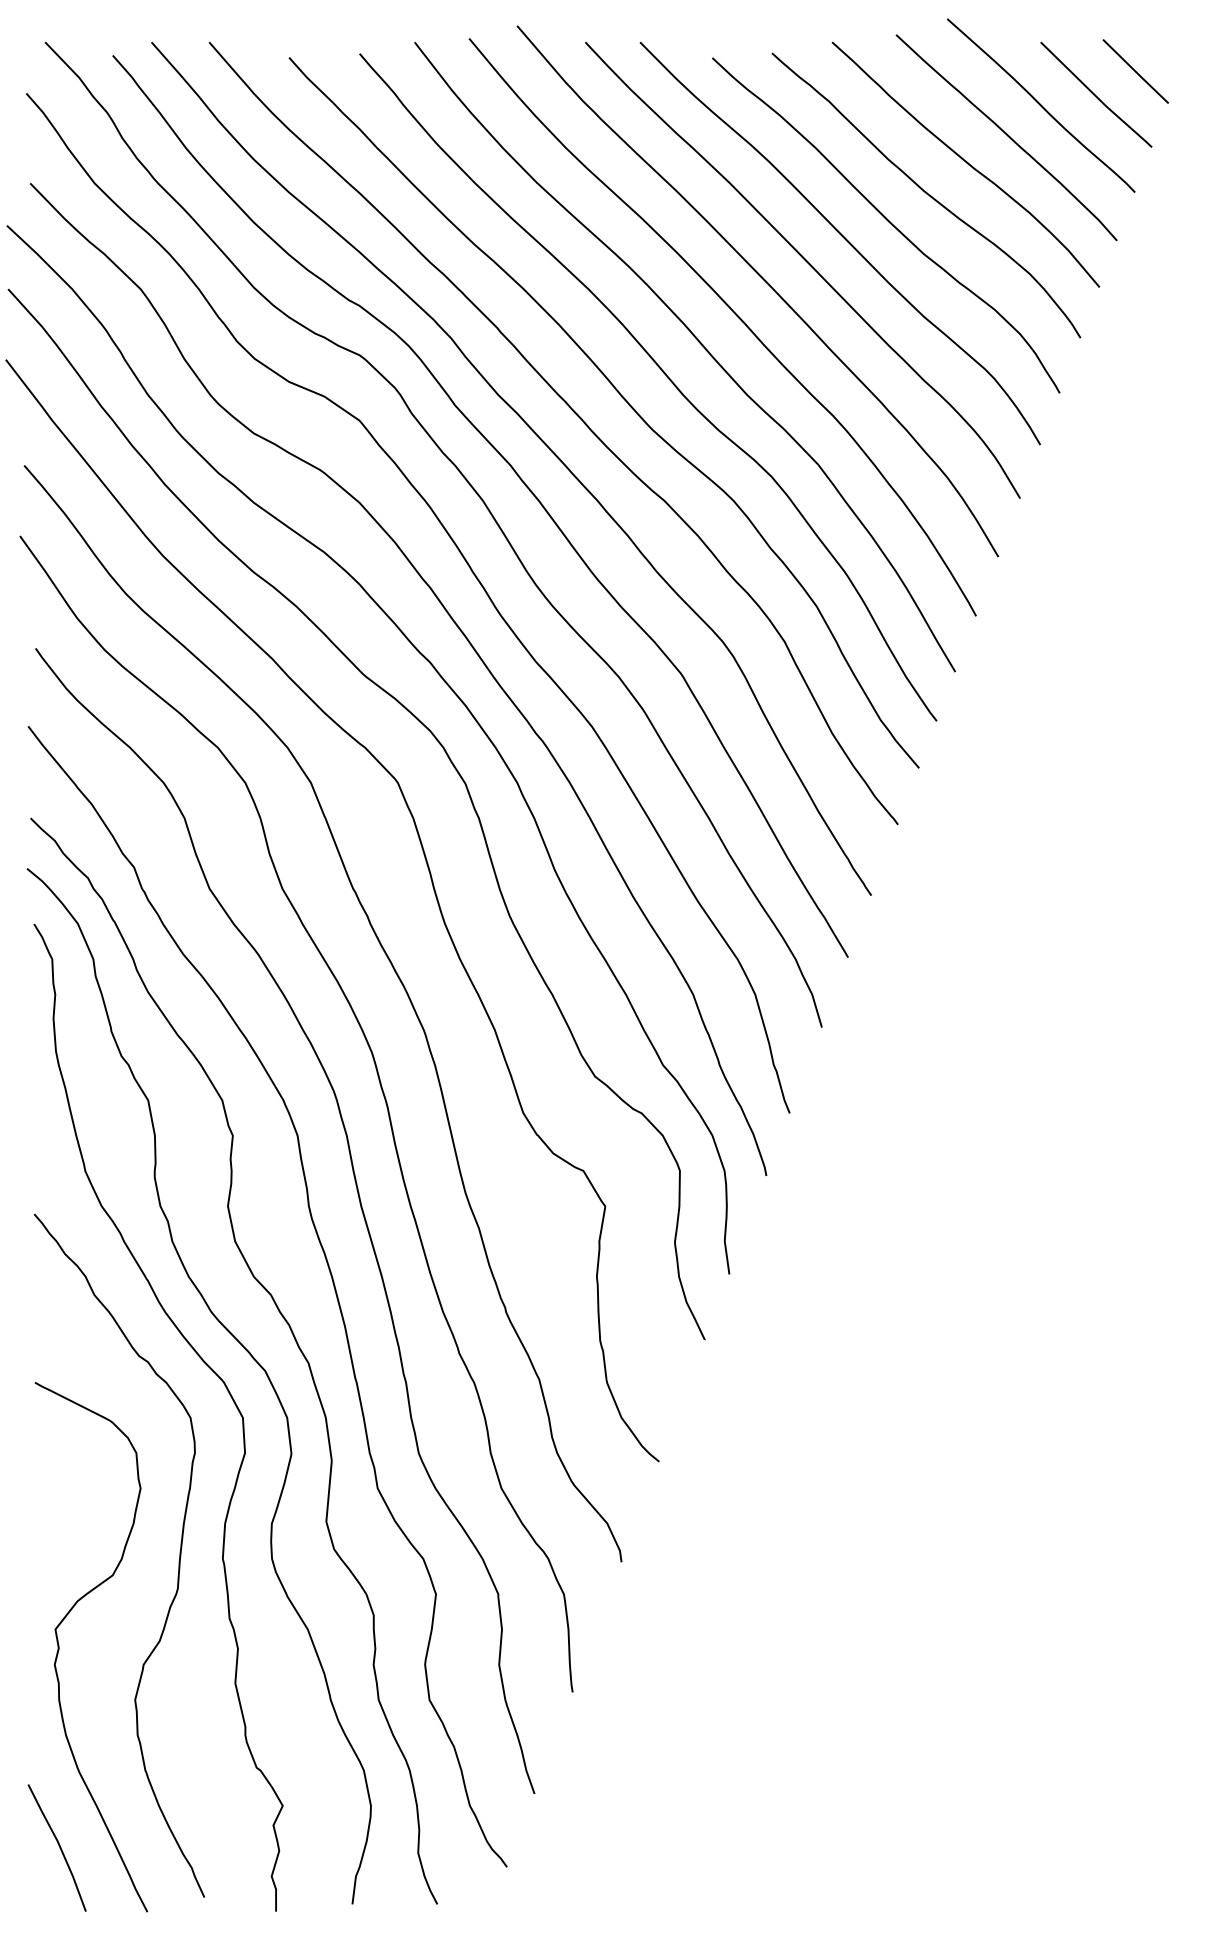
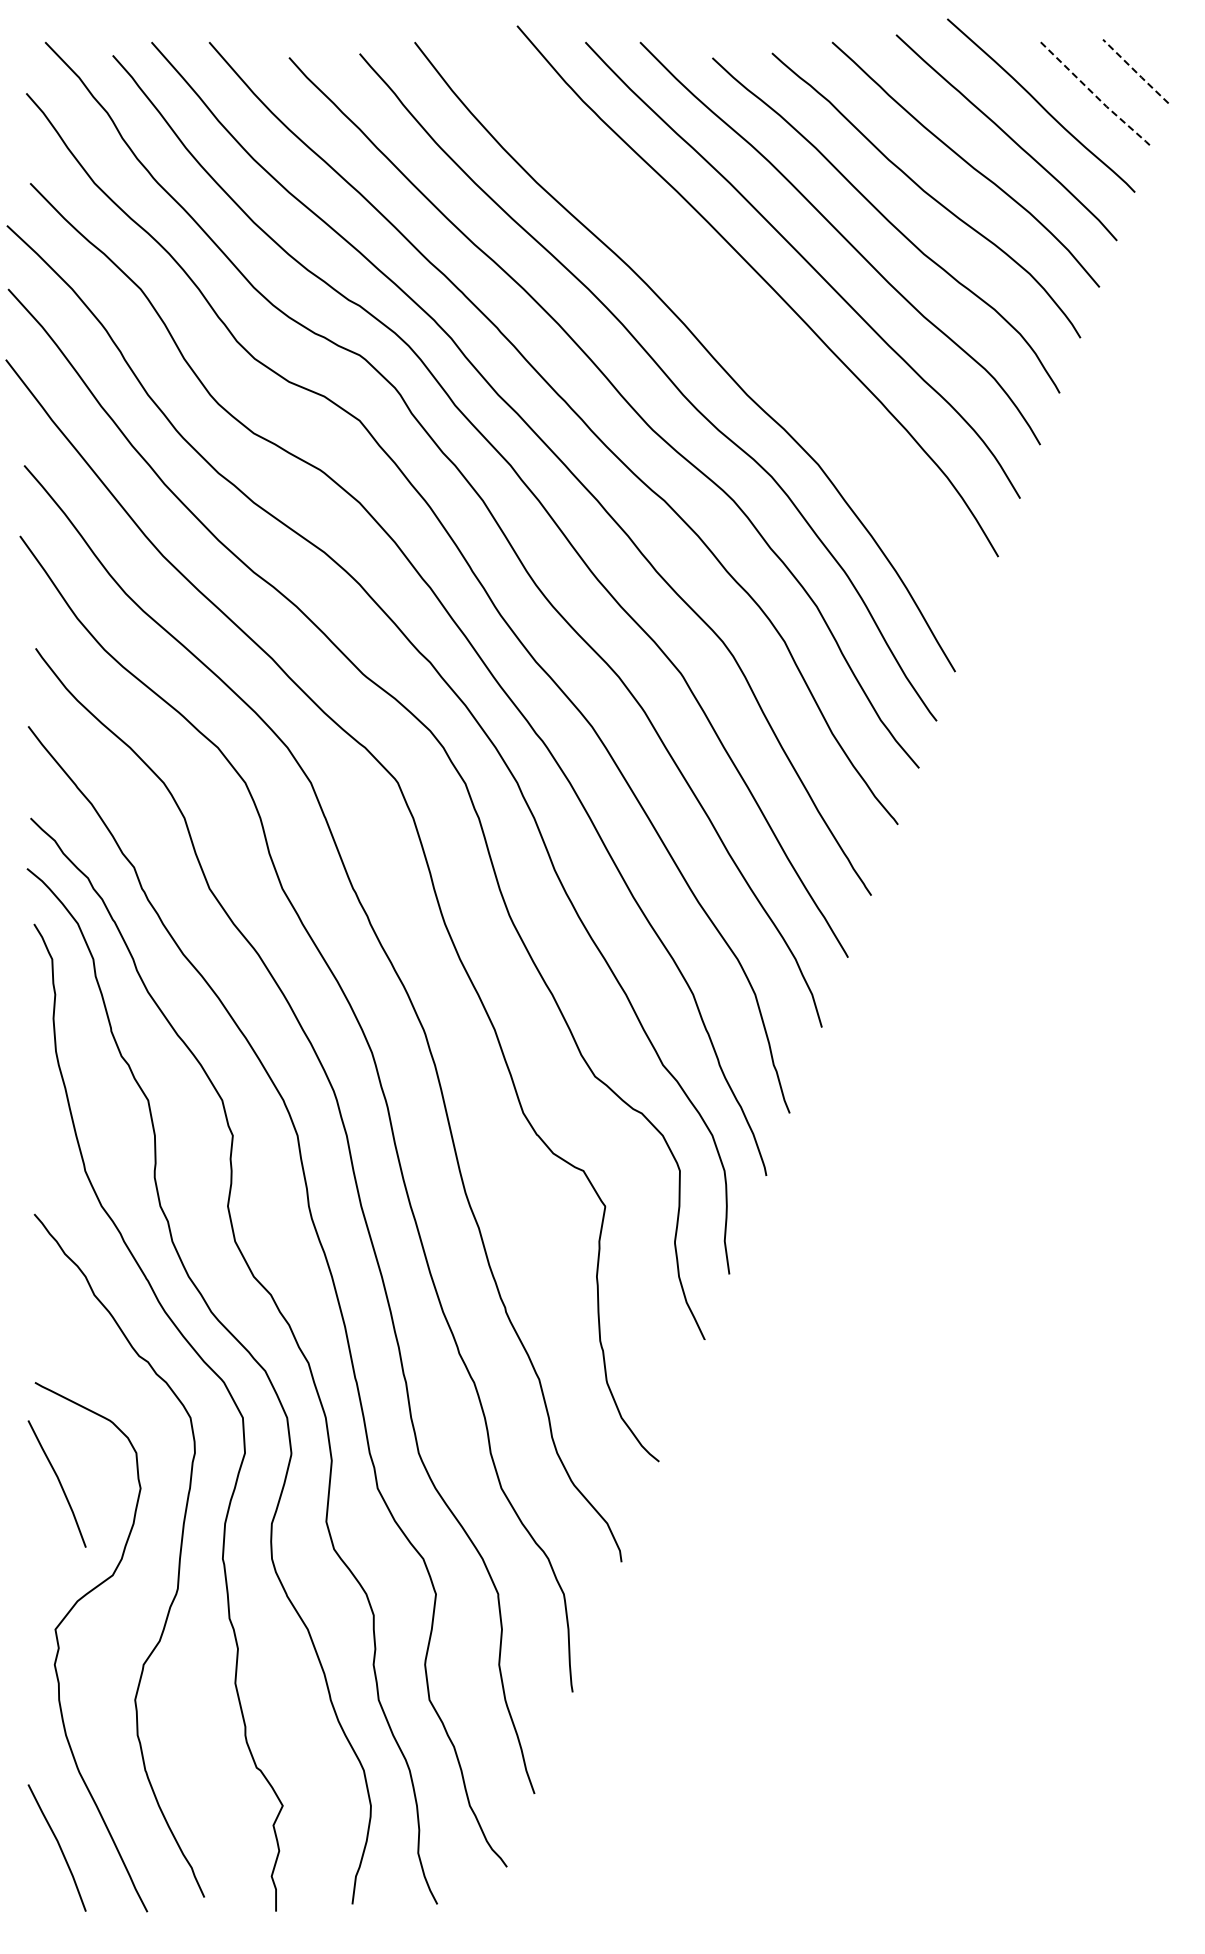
line at (1136, 72): solid -> dashed
line at (1096, 96): solid -> dashed
curve at (734, 314): present -> none
line at (58, 1482): none -> present
